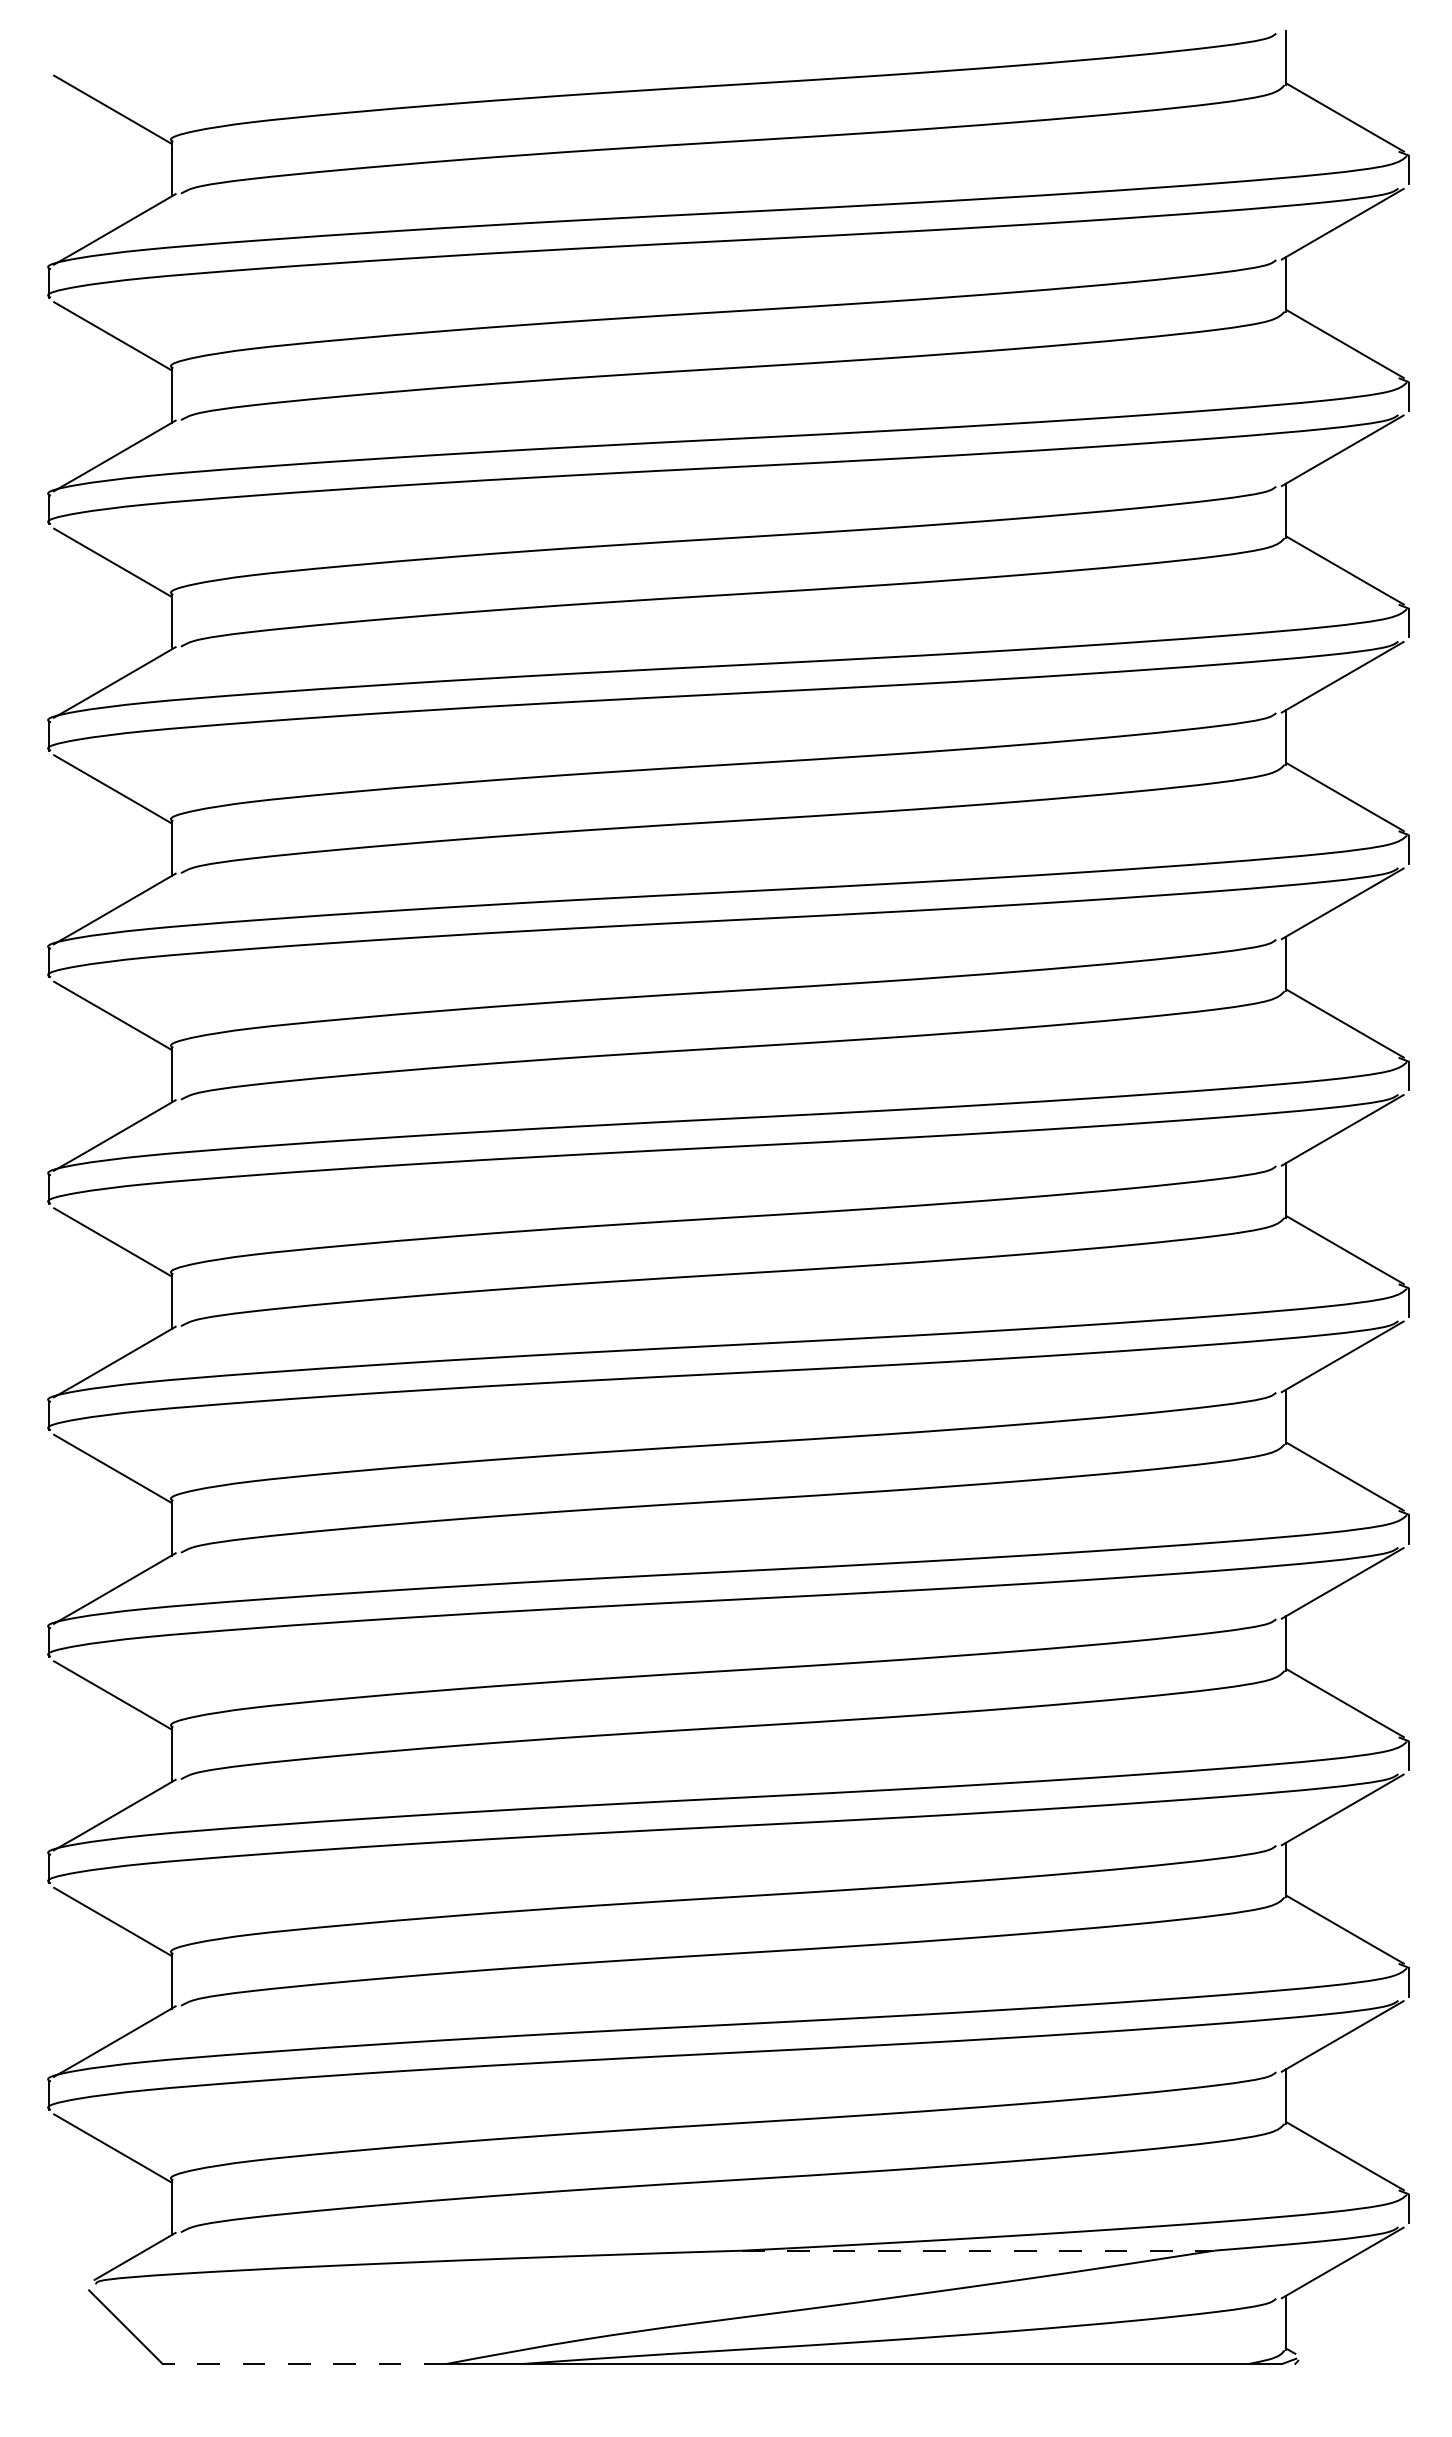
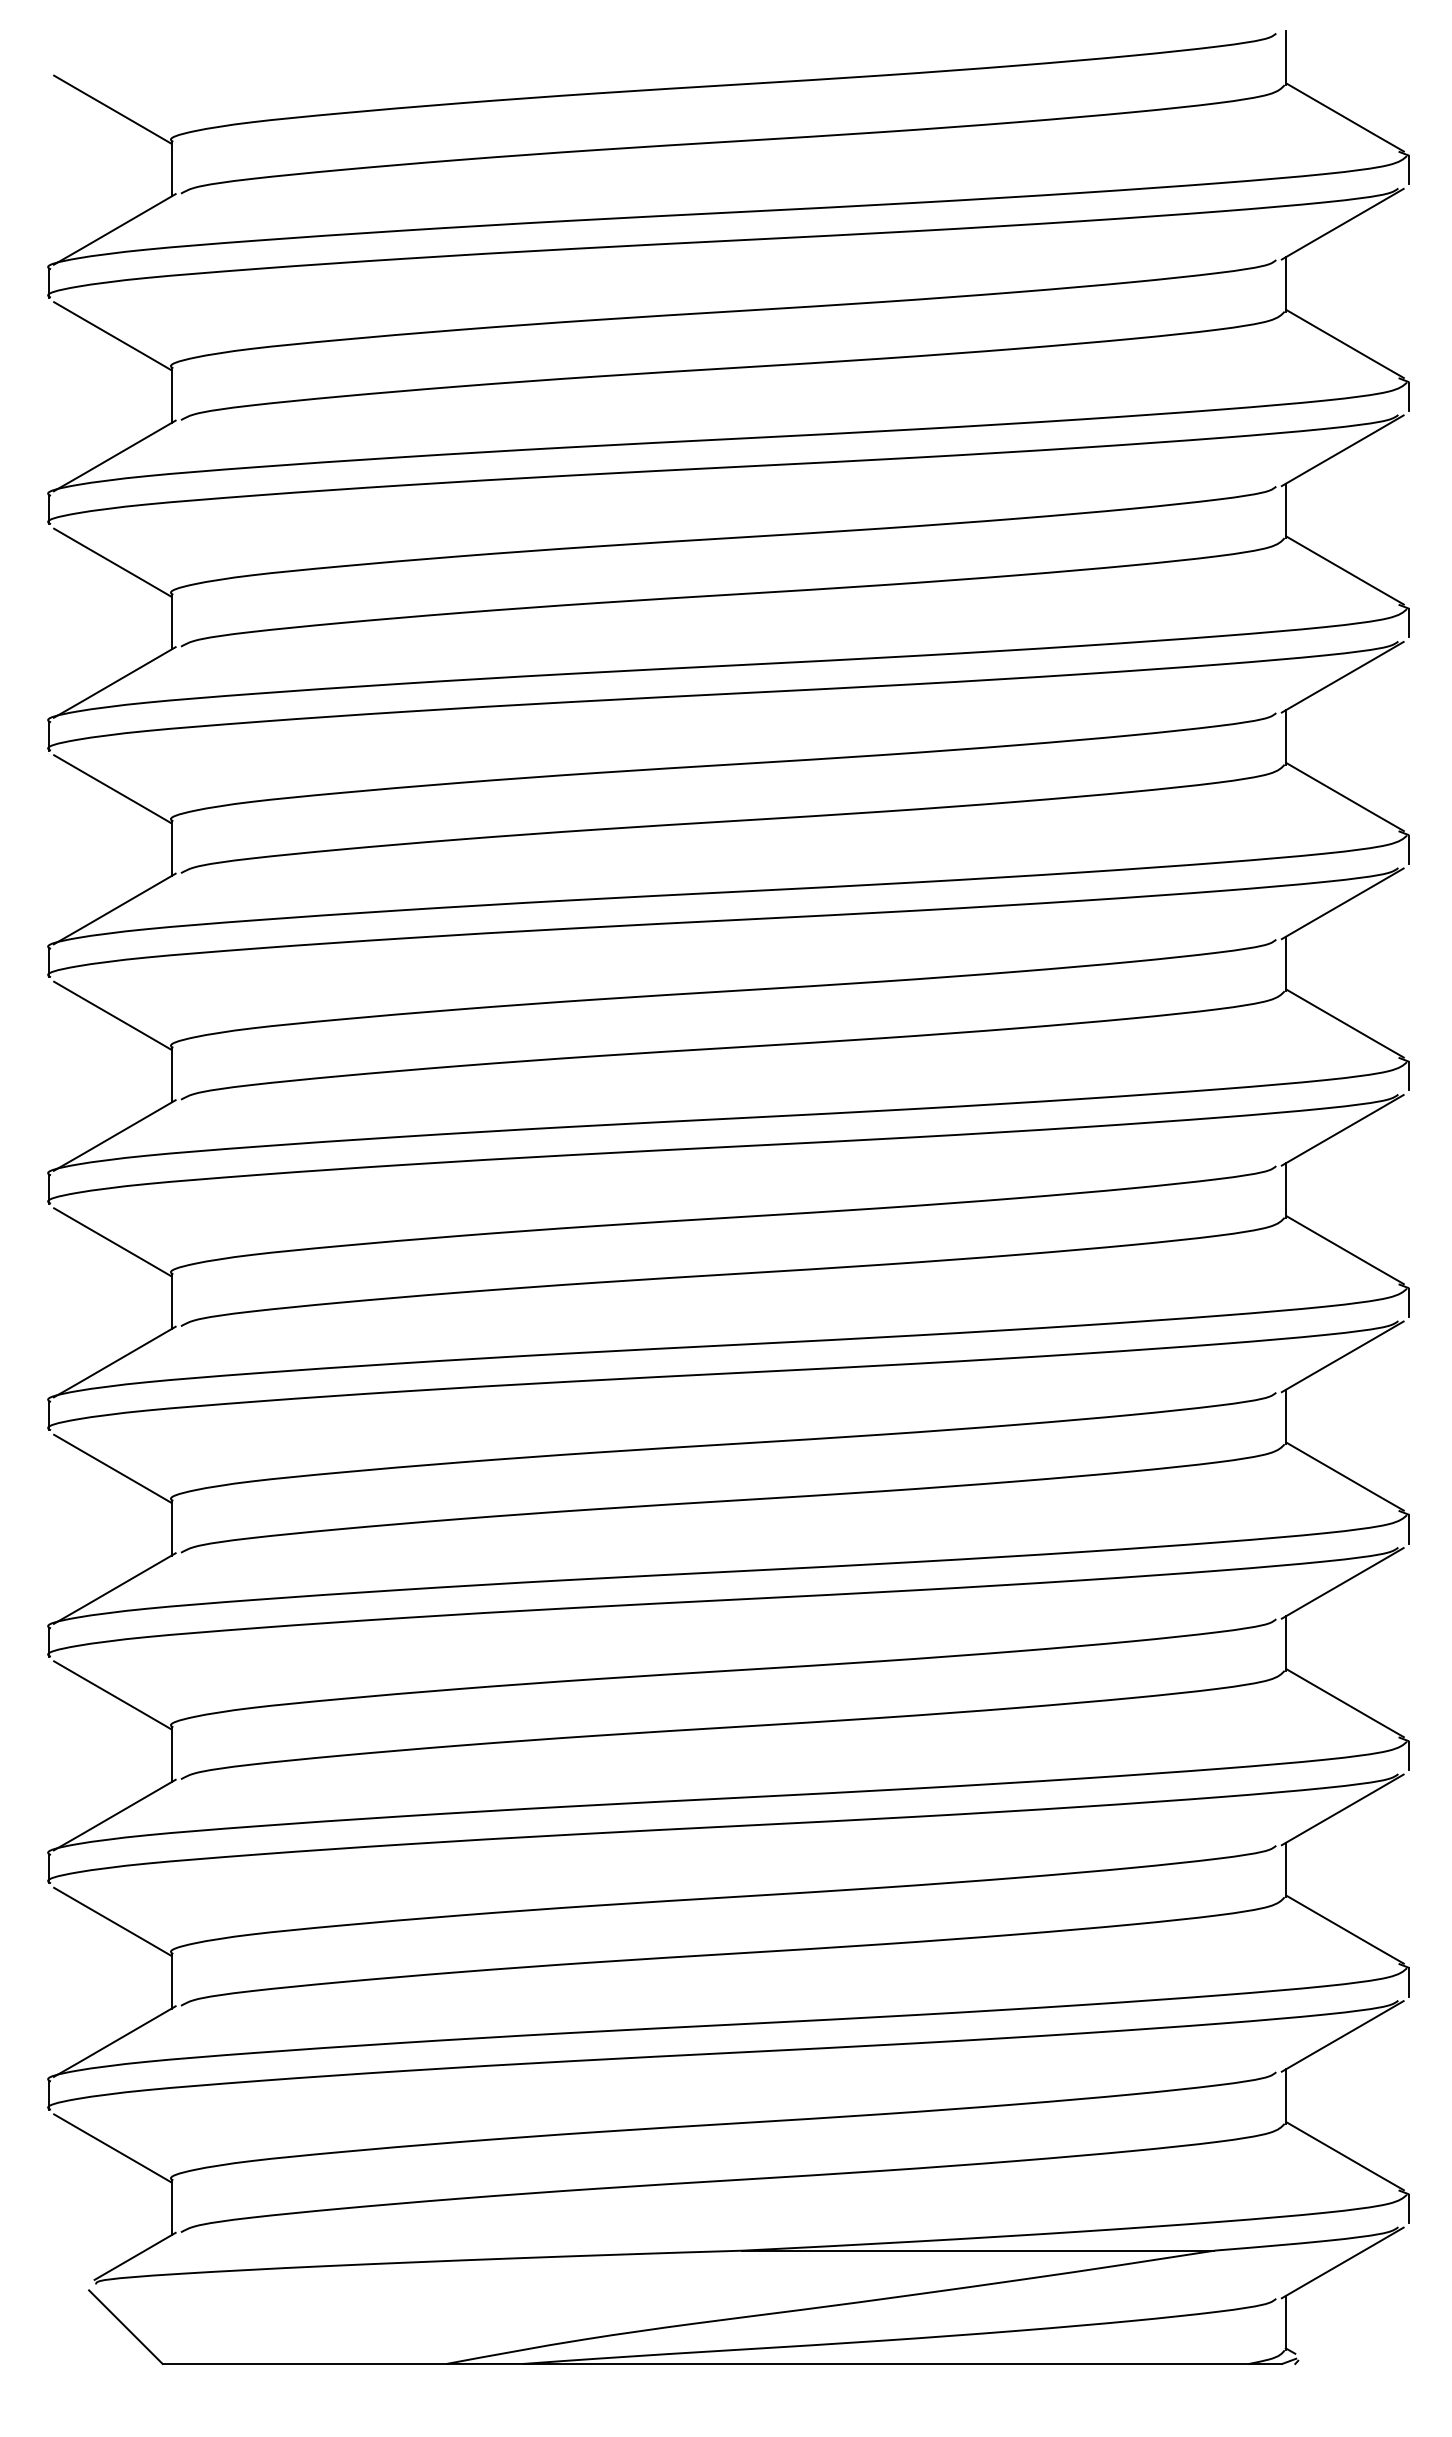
line at (978, 2250): dashed -> solid
line at (304, 2363): dashed -> solid
